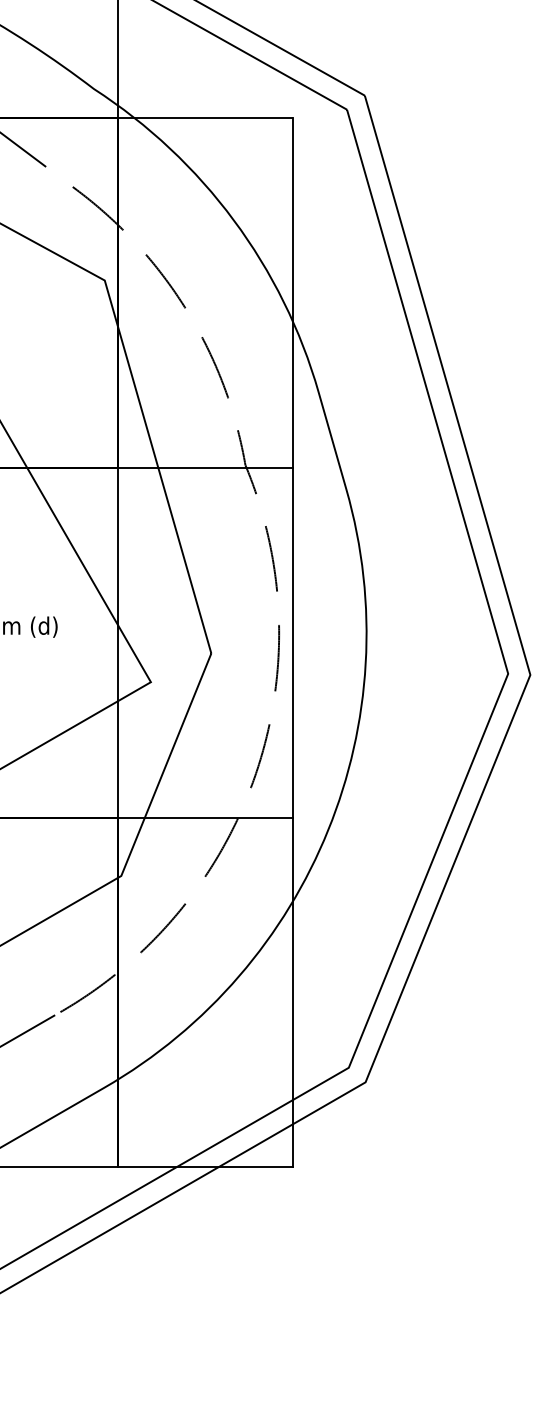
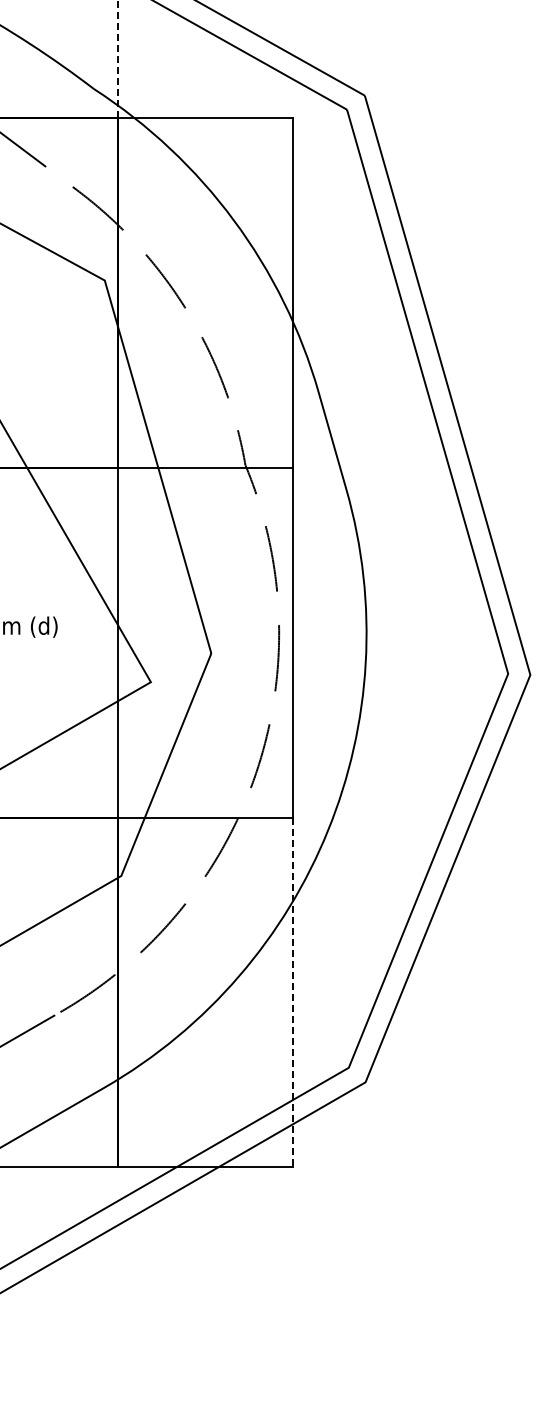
line at (117, 59): solid -> dashed
line at (292, 992): solid -> dashed
